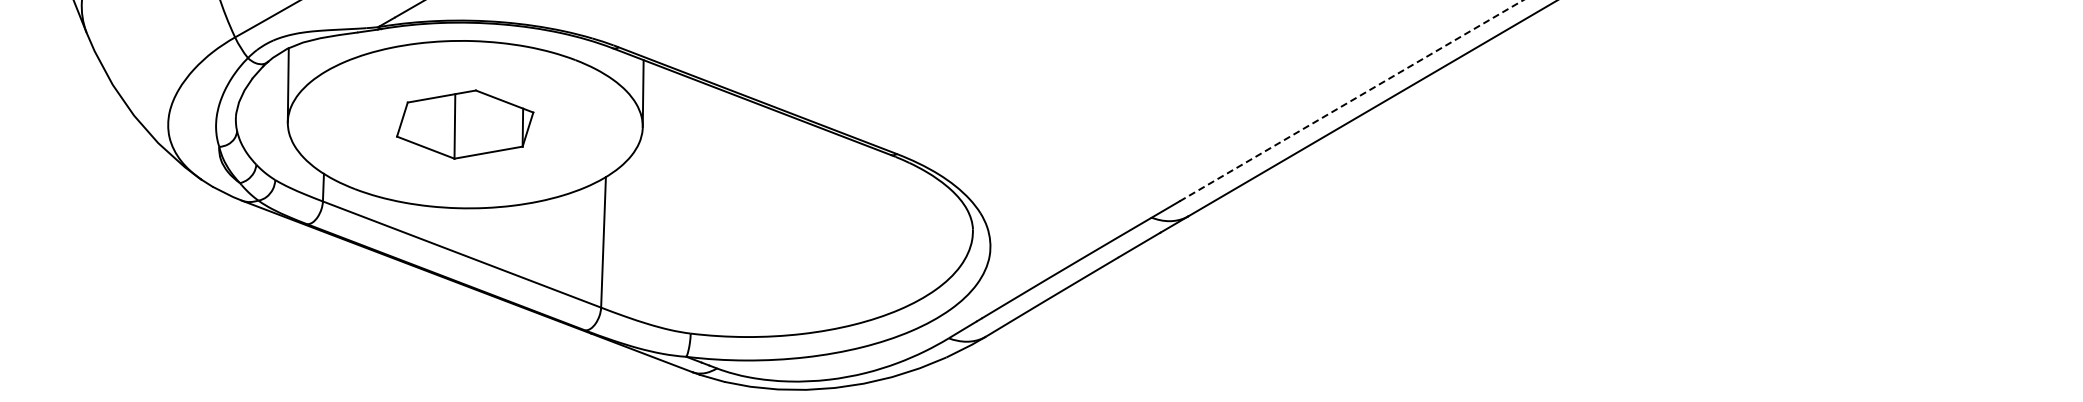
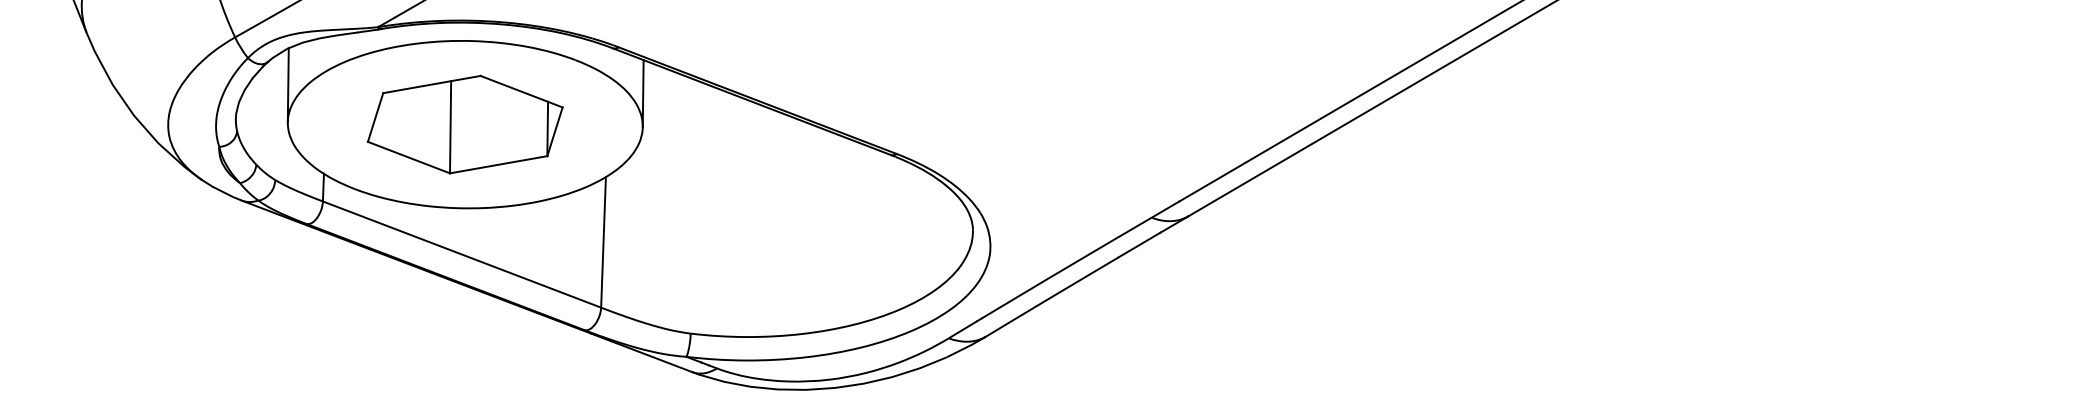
line at (1351, 100): dashed -> solid
part at (465, 124) size: 139x71 px -> 198x101 px
